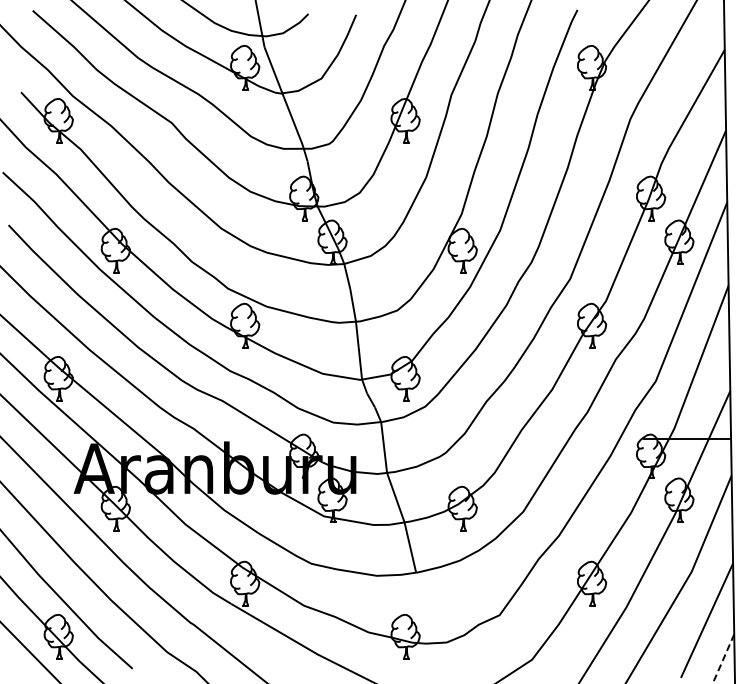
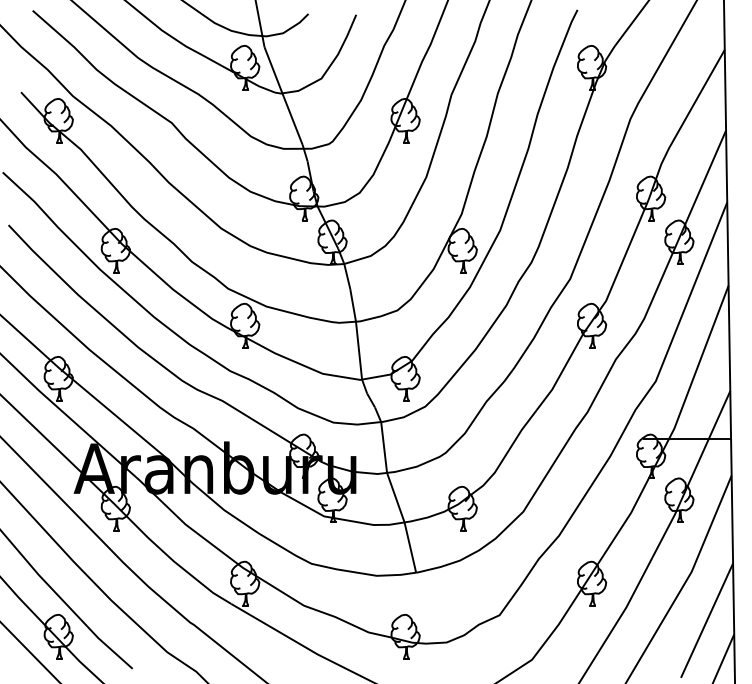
line at (723, 659): dashed -> solid
